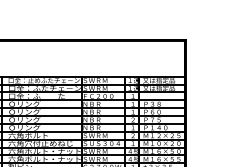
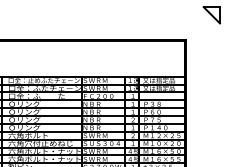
part at (211, 15): none -> present
